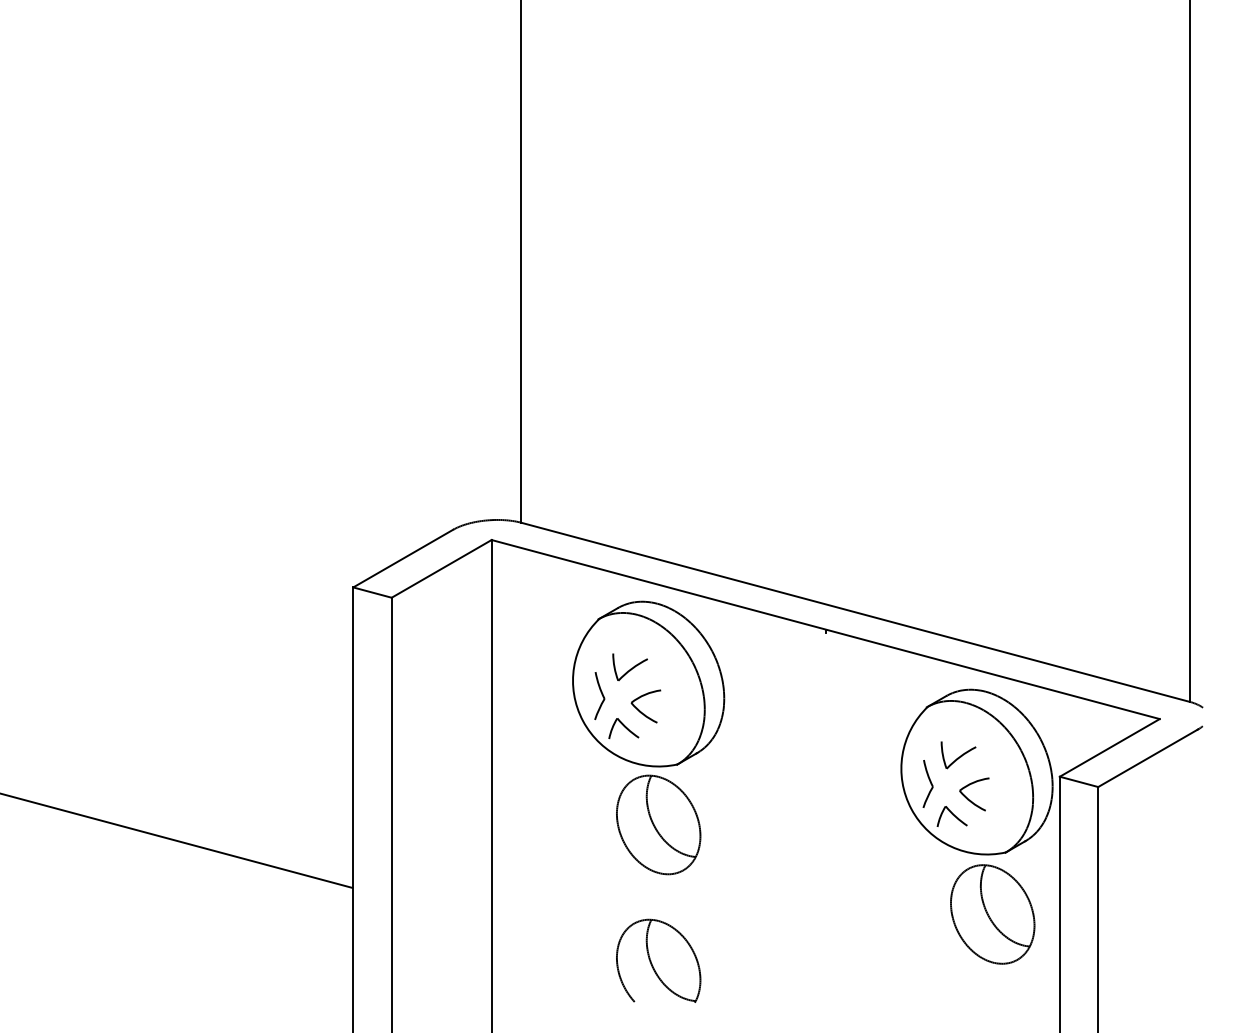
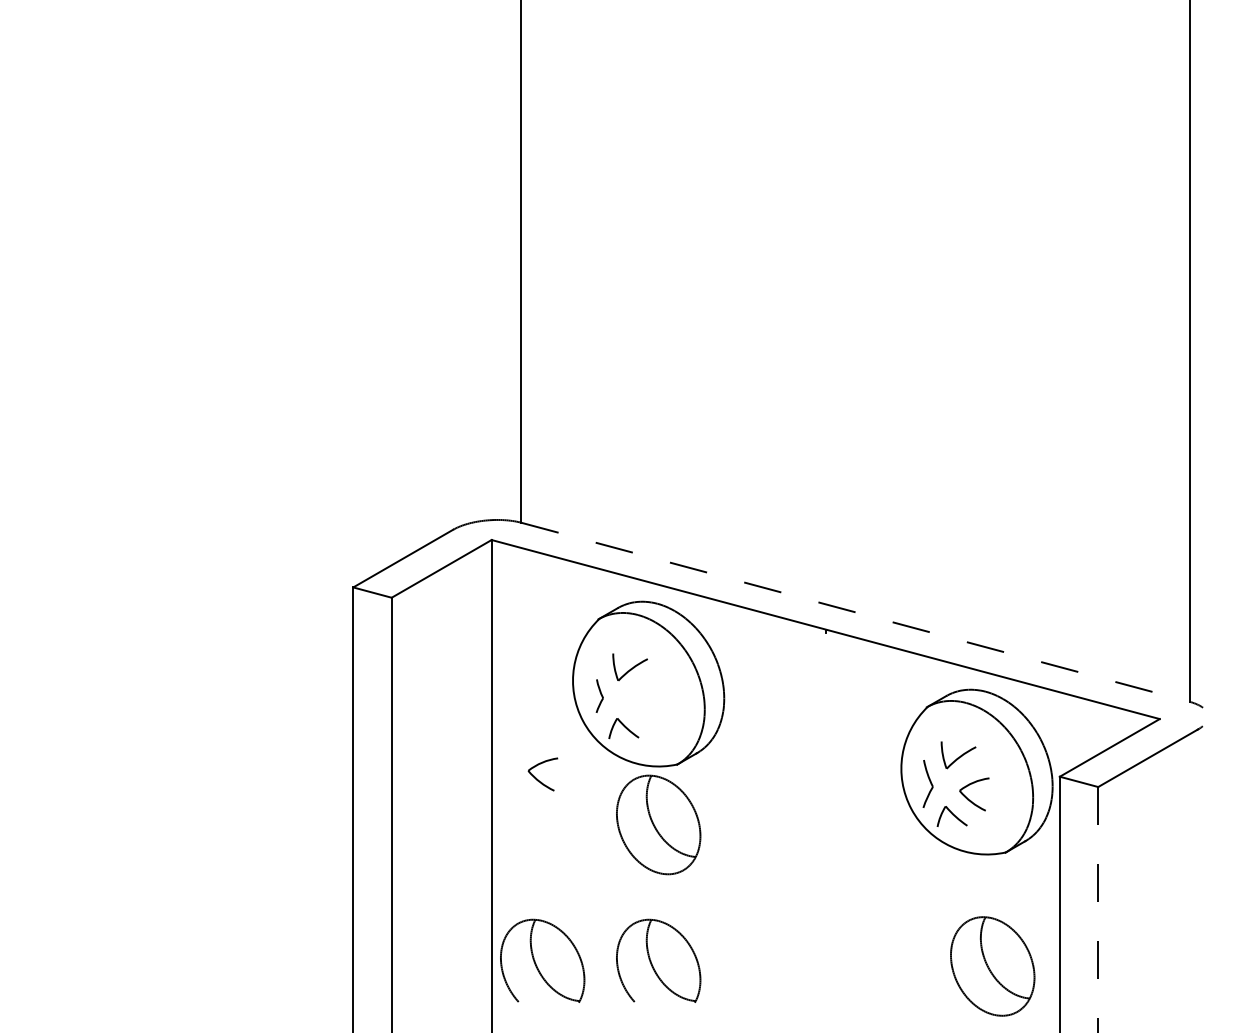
line at (855, 612): solid -> dashed
part at (599, 696) size: 12x49 px -> 9x34 px
part at (640, 710) position: (640, 710) -> (537, 778)
line at (177, 841): present -> none
line at (1098, 910): solid -> dashed
part at (992, 914) position: (992, 914) -> (992, 966)
part at (542, 960): none -> present
